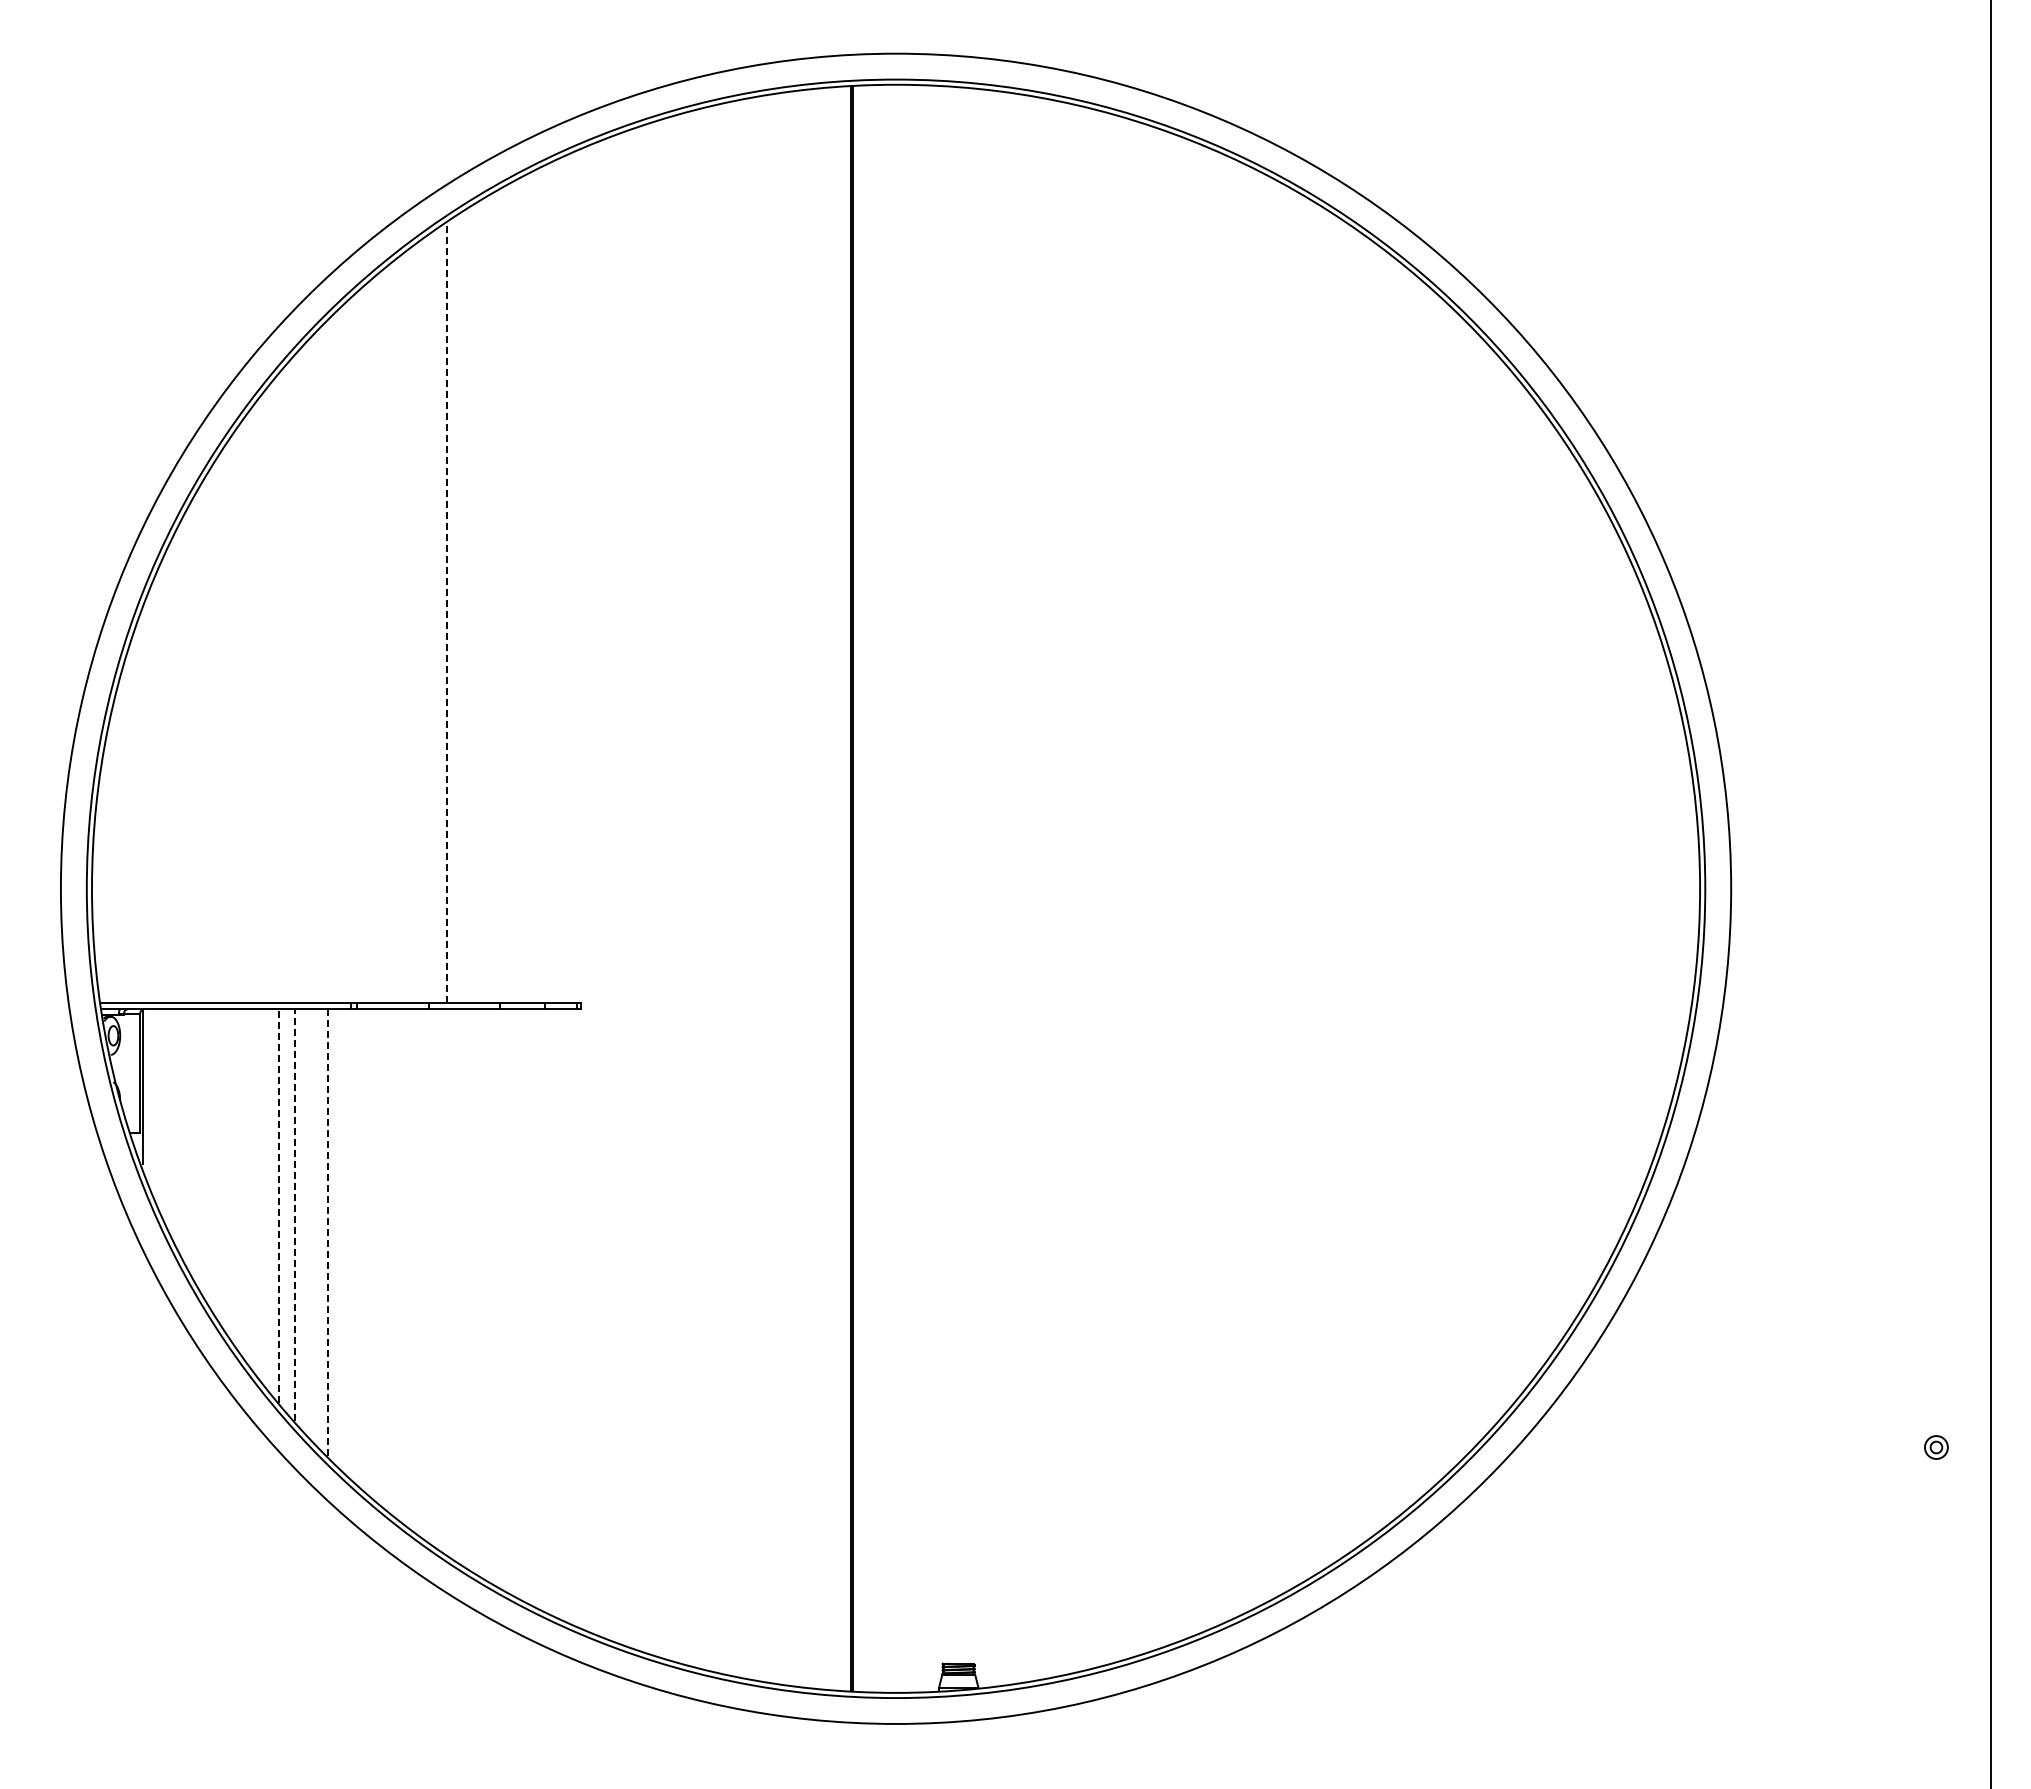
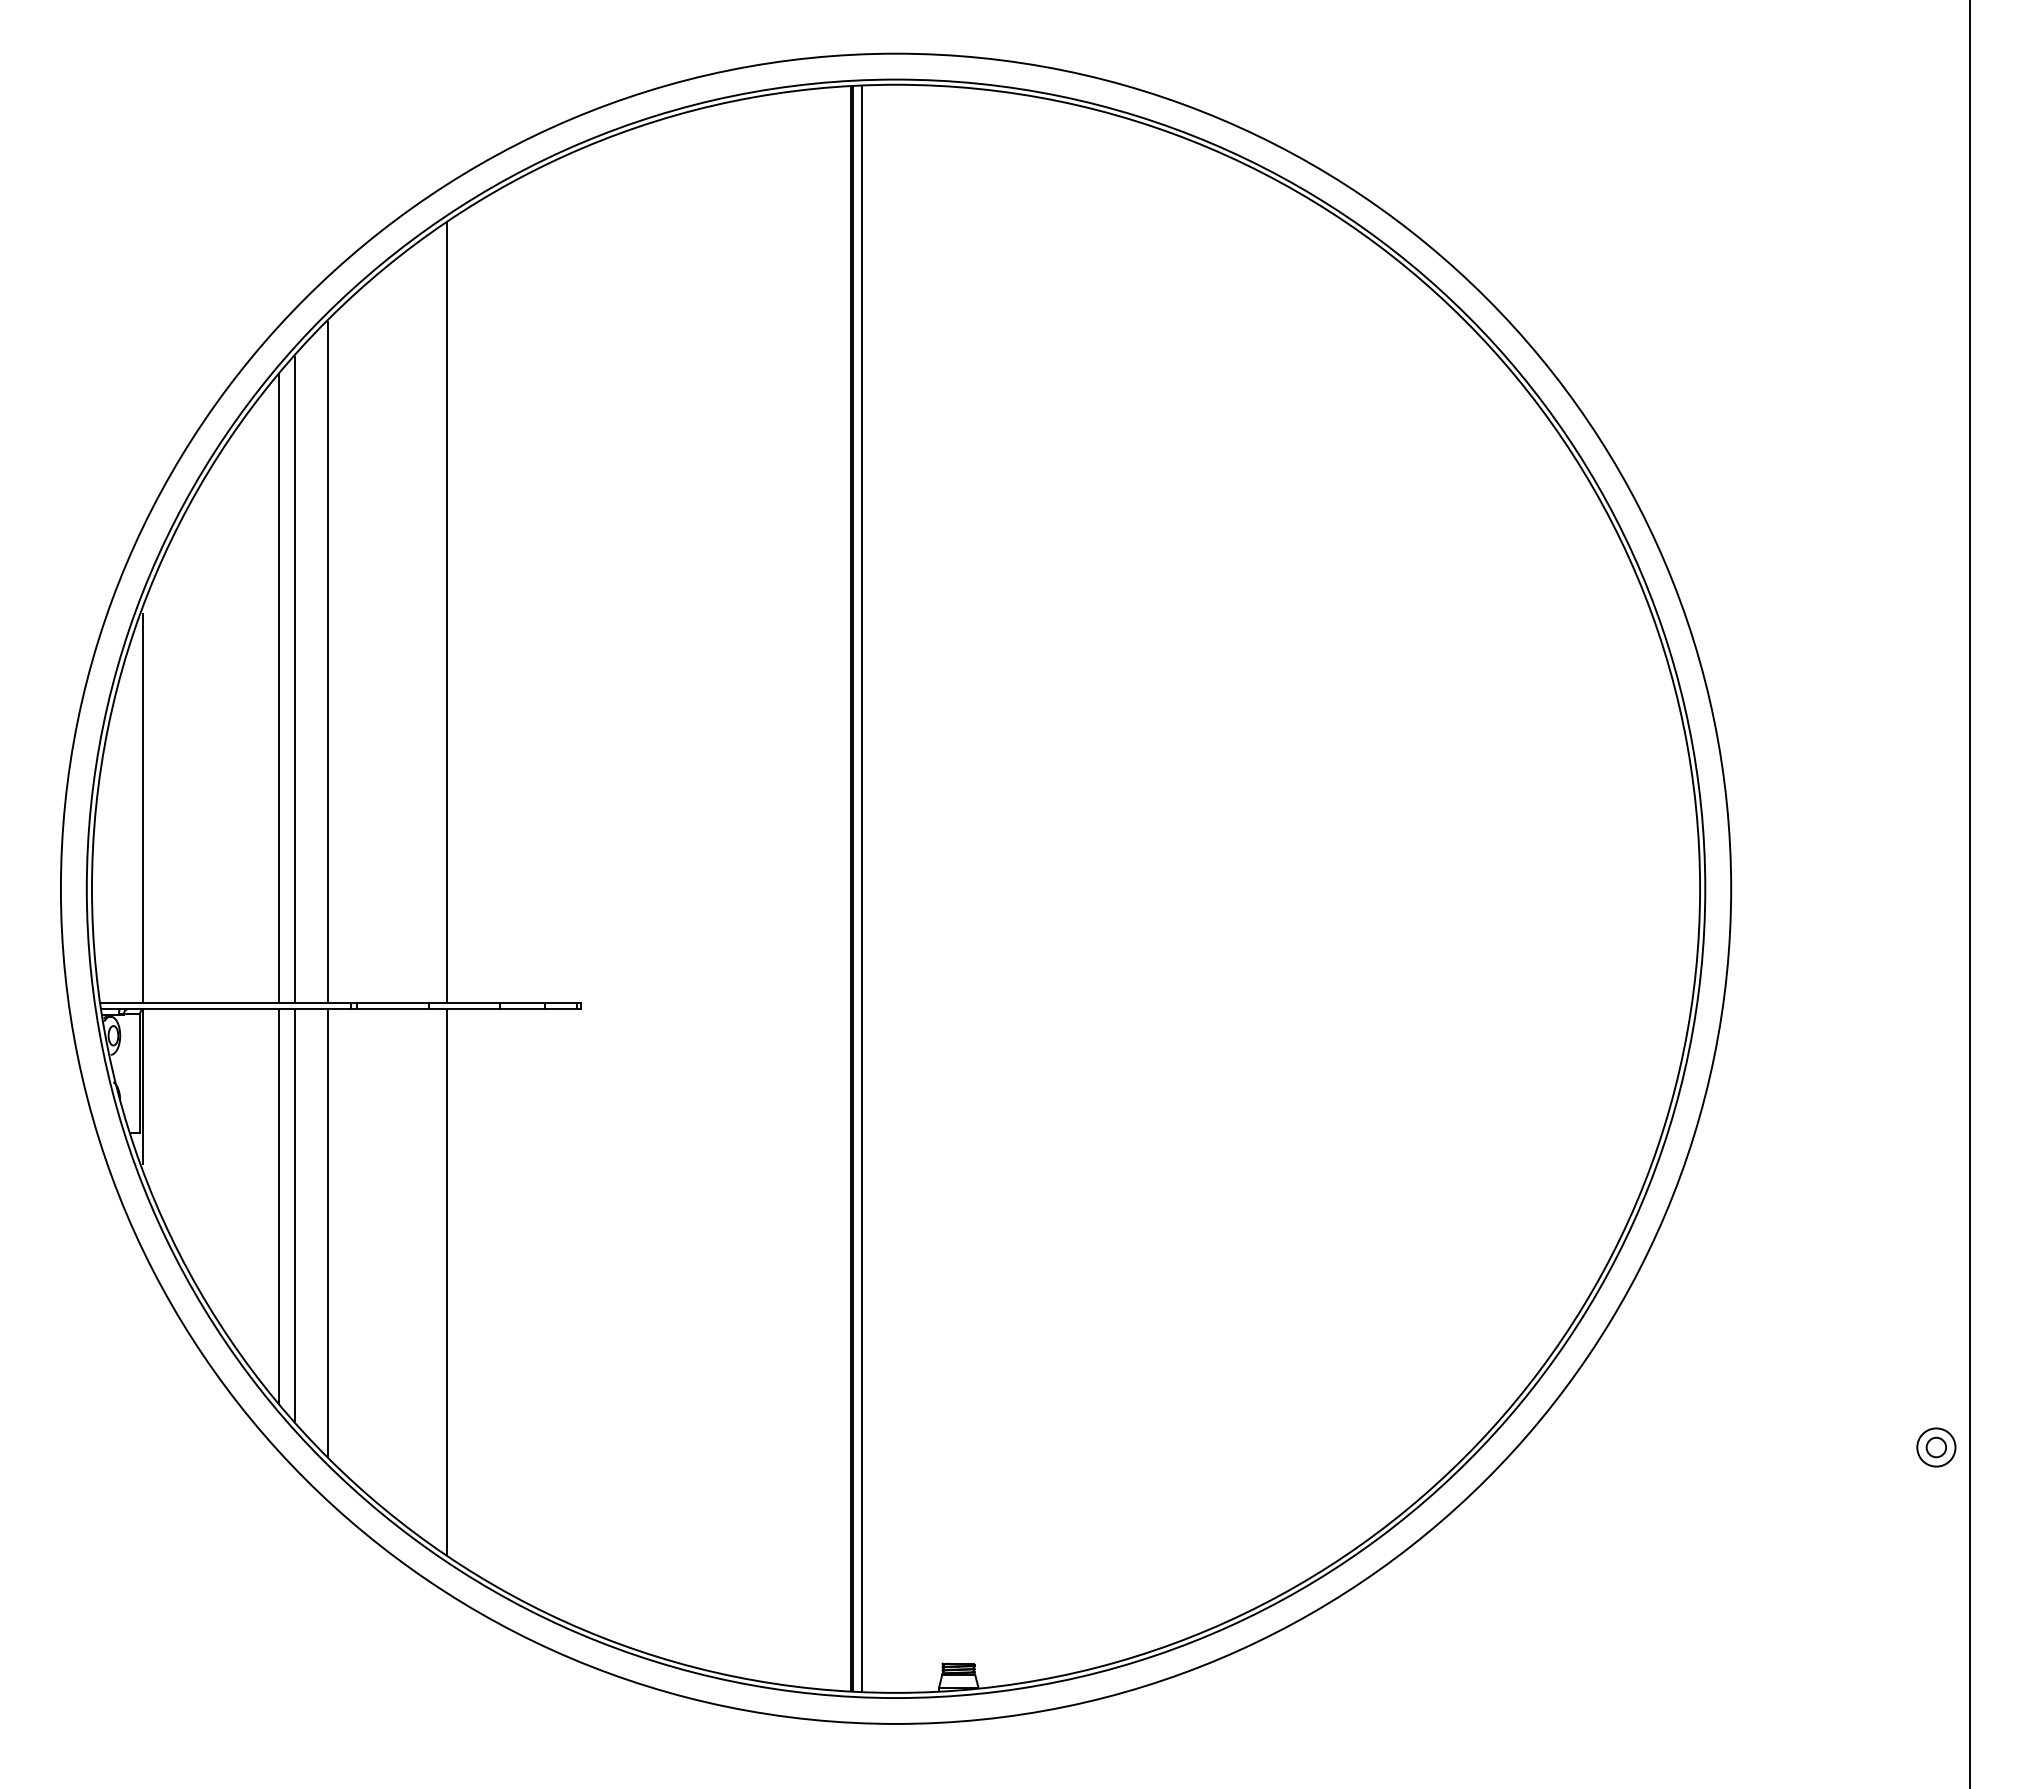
line at (446, 612): dashed -> solid
line at (327, 662): none -> present
line at (295, 679): none -> present
line at (278, 688): none -> present
line at (142, 808): none -> present
line at (861, 888): none -> present
line at (1991, 893) position: (1991, 893) -> (1970, 893)
line at (278, 1206): dashed -> solid
line at (295, 1215): dashed -> solid
line at (327, 1232): dashed -> solid
line at (446, 1281): none -> present
part at (1936, 1447) size: 25x25 px -> 41x41 px
